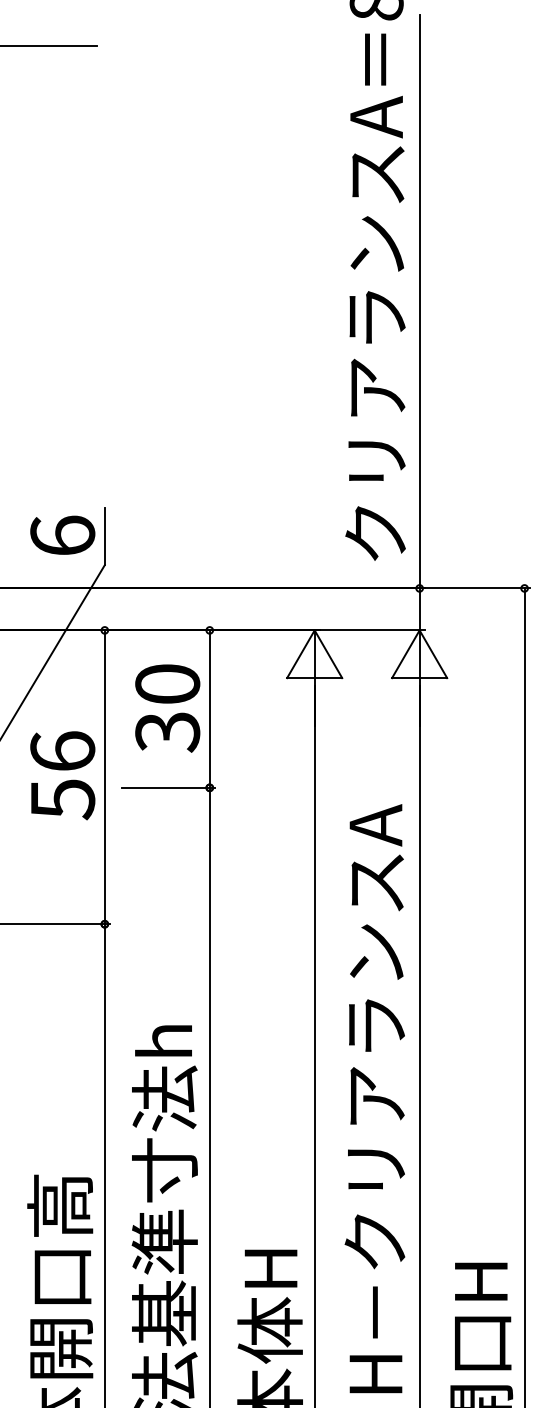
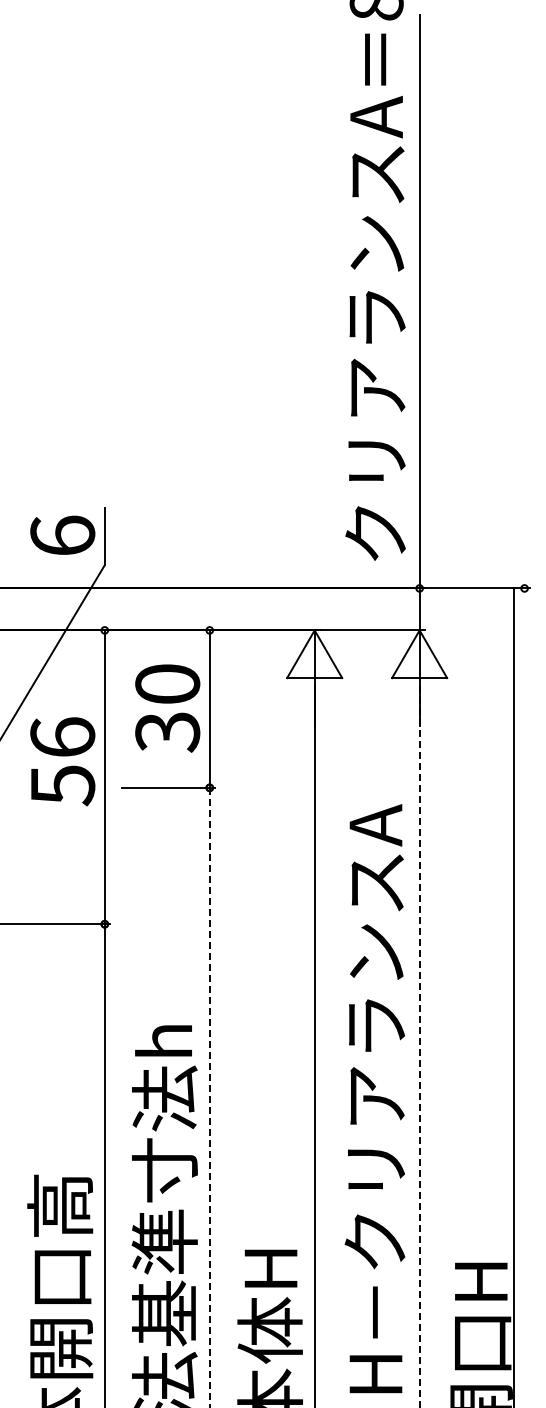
line at (49, 46): present -> none
text at (62, 775) position: (62, 775) -> (62, 761)
line at (524, 996) position: (524, 996) -> (513, 996)
line at (419, 1046): solid -> dashed
line at (209, 1097): solid -> dashed
